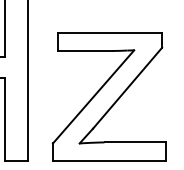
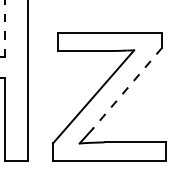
line at (5, 28): solid -> dashed
line at (127, 88): solid -> dashed
